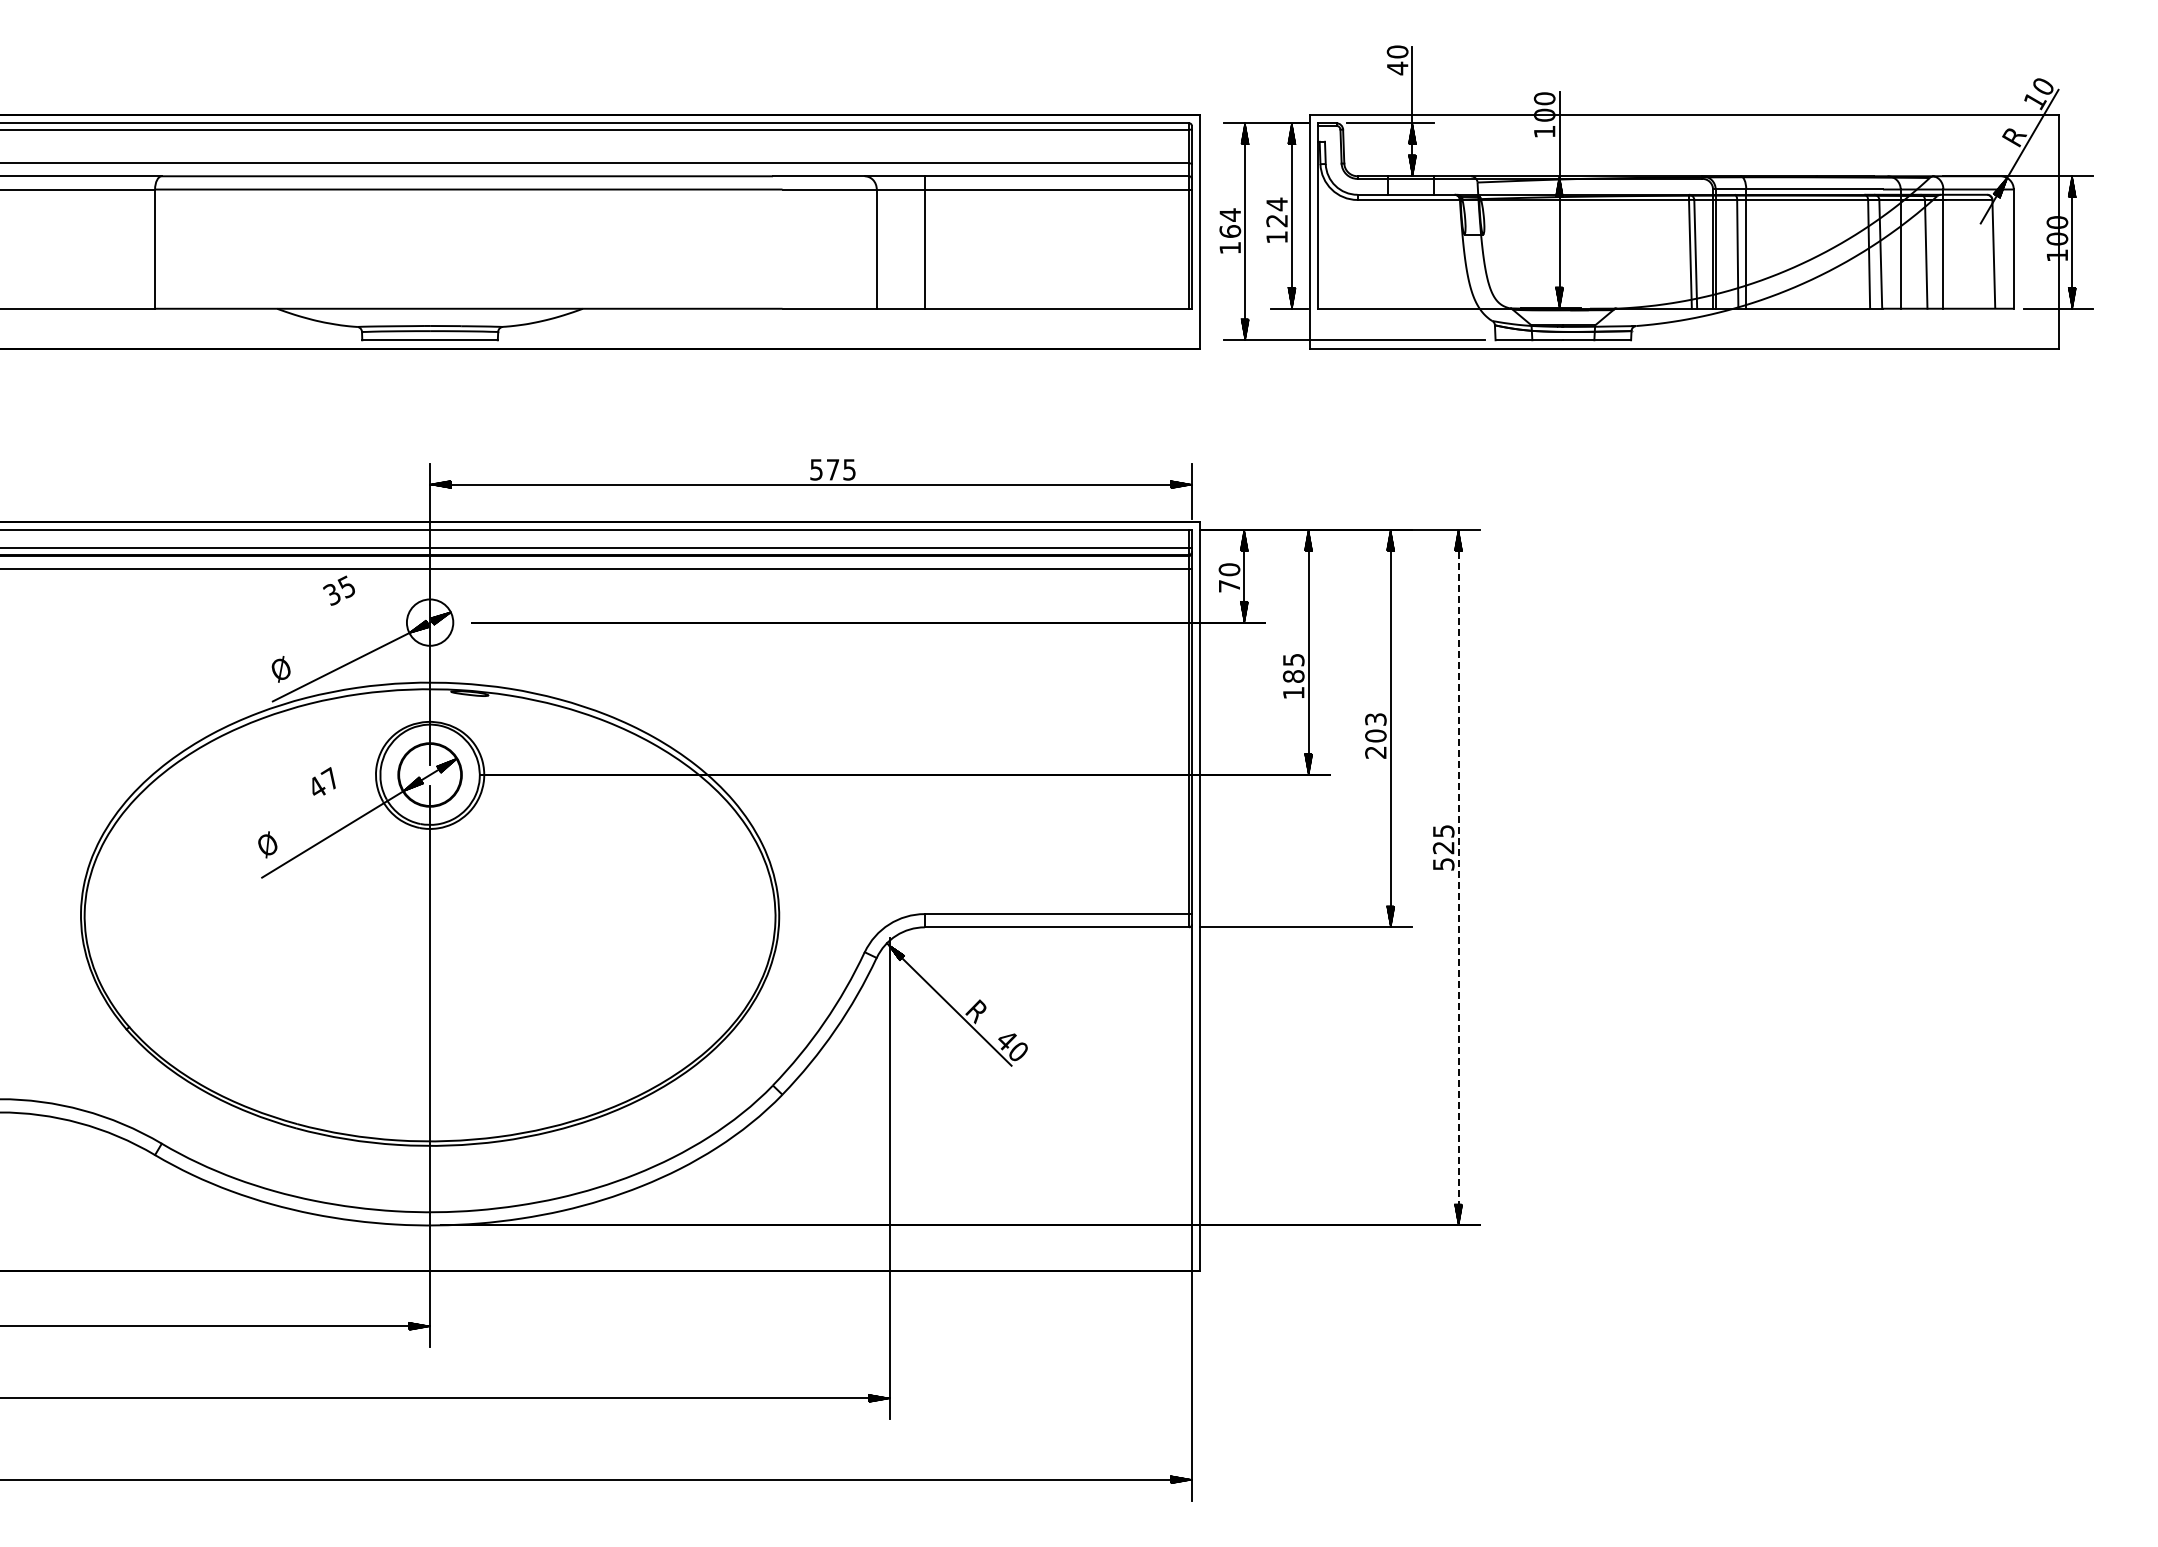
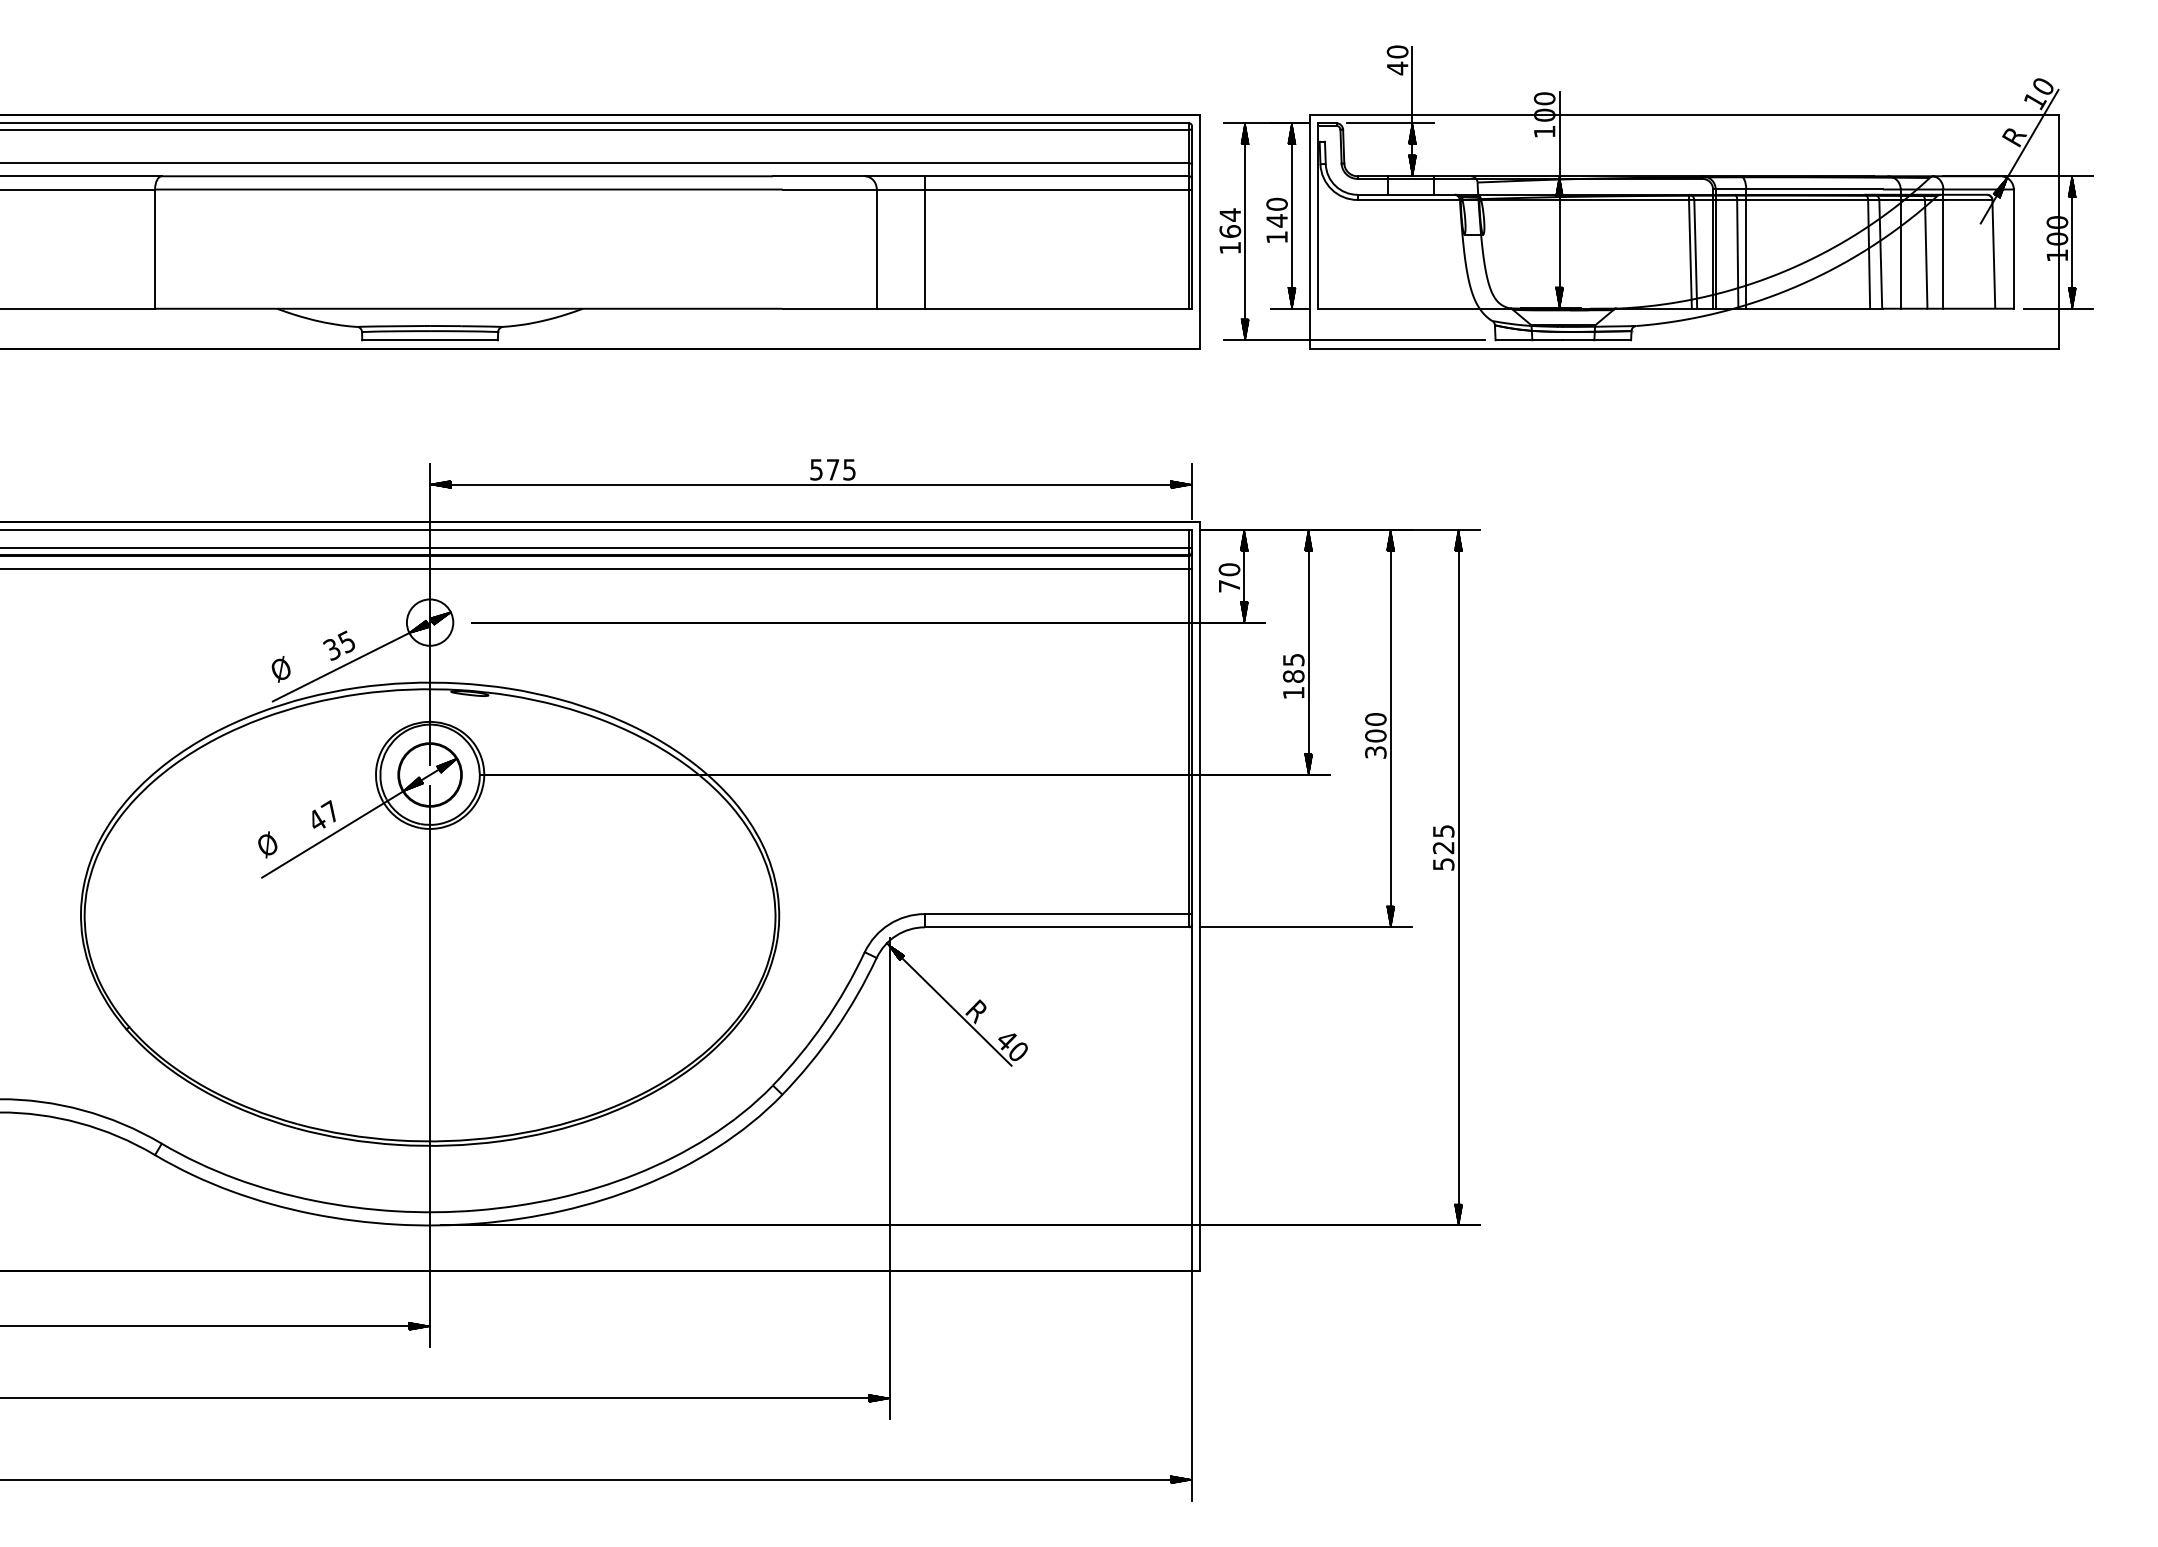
text at (1276, 212): 124 -> 140
text at (338, 590) position: (338, 590) -> (338, 645)
text at (1375, 735): 203 -> 300
text at (323, 781) position: (323, 781) -> (323, 814)
line at (1458, 877): dashed -> solid
